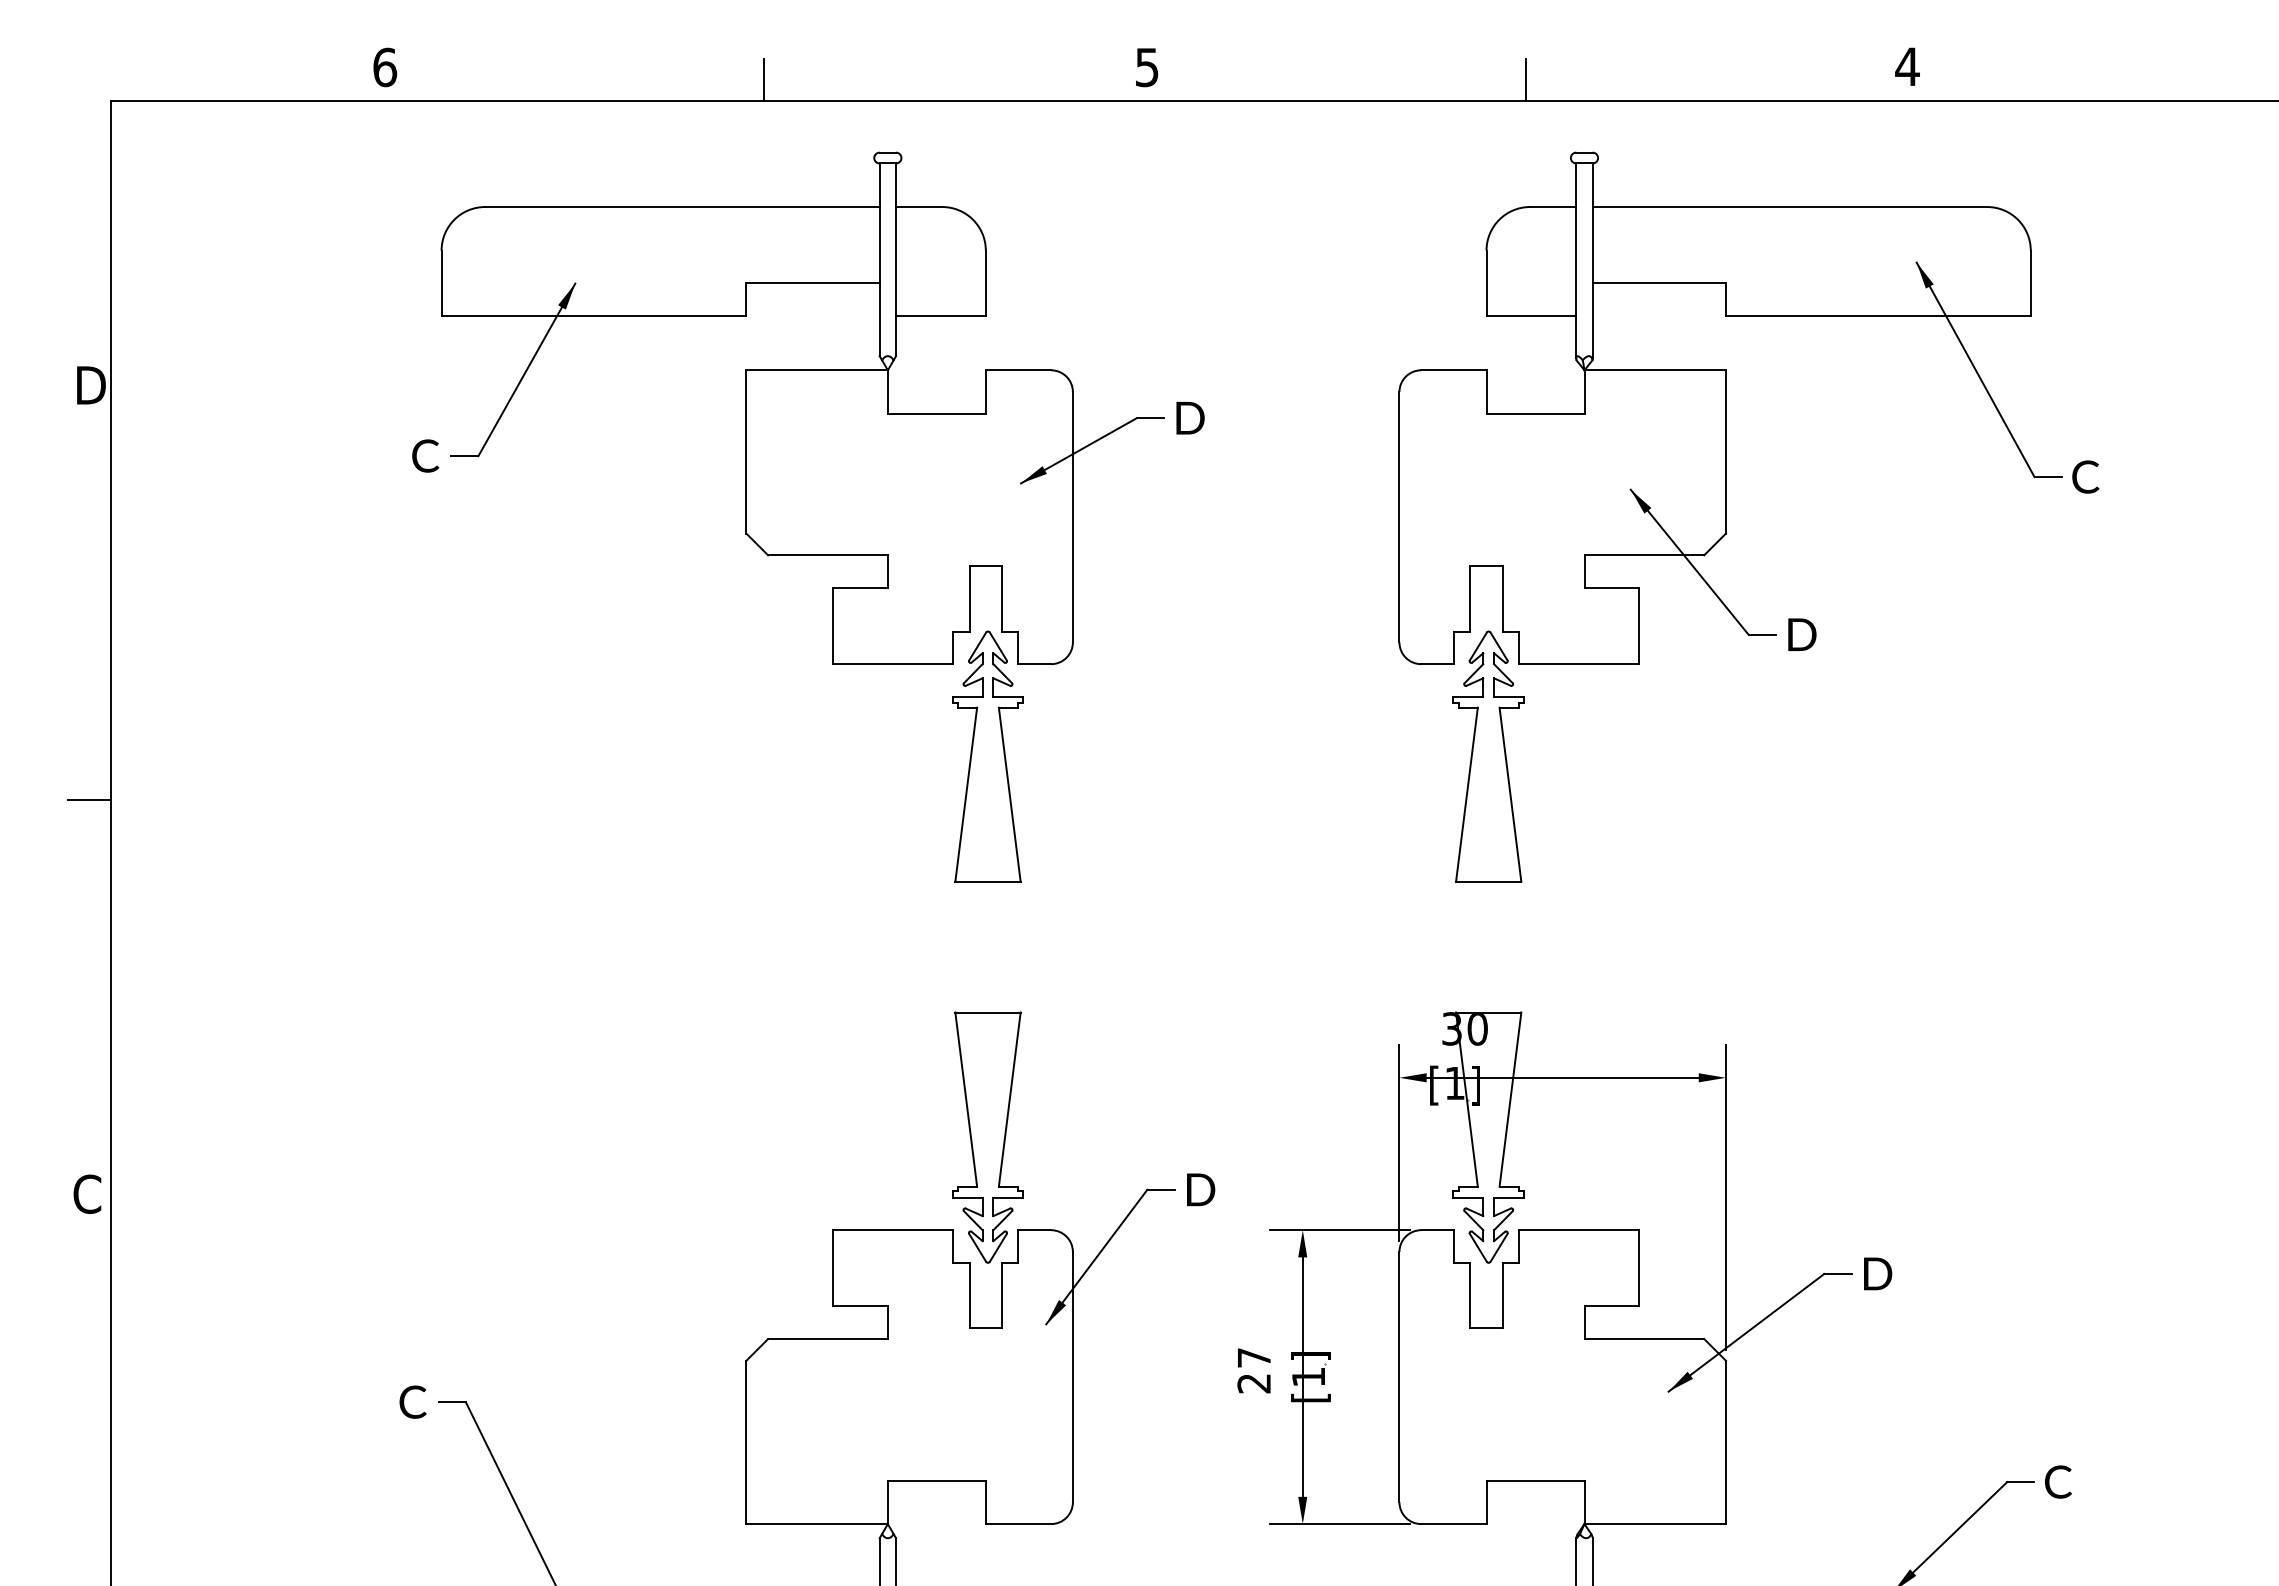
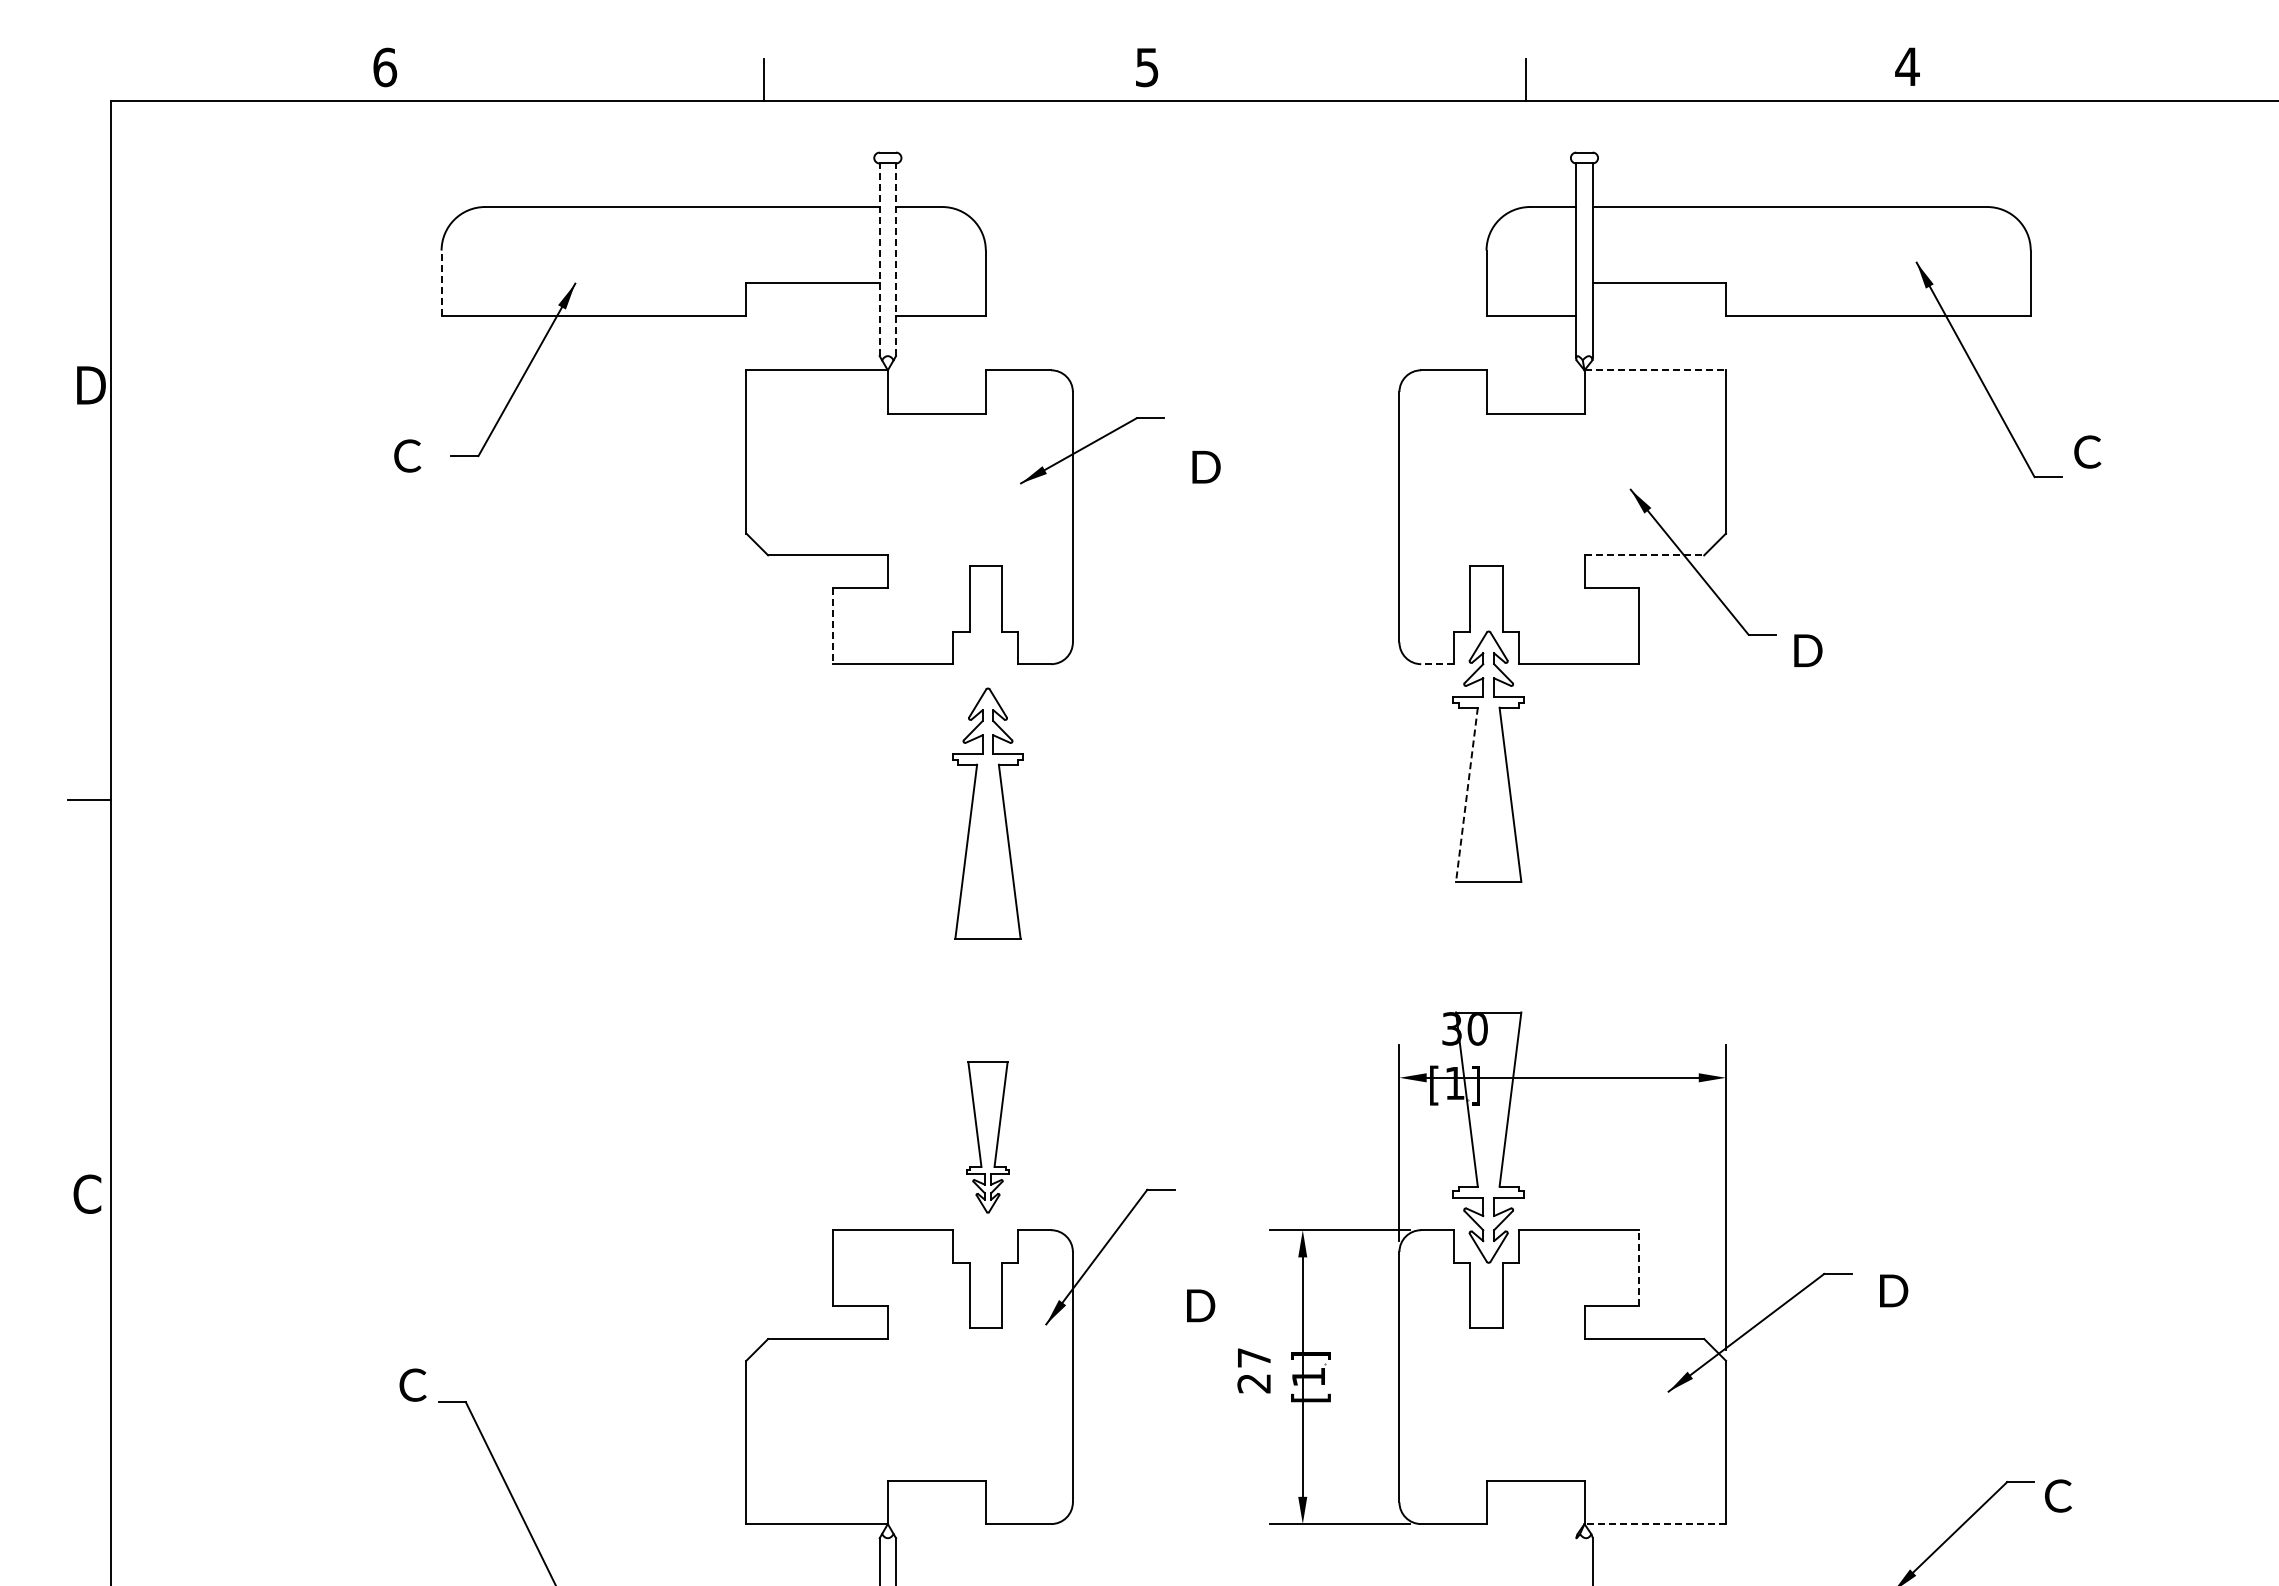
line at (879, 259): solid -> dashed
line at (896, 259): solid -> dashed
line at (441, 283): solid -> dashed
line at (1655, 370): solid -> dashed
text at (1190, 418) position: (1190, 418) -> (1206, 467)
text at (425, 455) position: (425, 455) -> (407, 455)
text at (2085, 476) position: (2085, 476) -> (2087, 451)
line at (1644, 555): solid -> dashed
line at (833, 626): solid -> dashed
text at (1802, 634) position: (1802, 634) -> (1808, 650)
line at (1437, 664): solid -> dashed
part at (987, 756) position: (987, 756) -> (987, 813)
line at (1466, 794): solid -> dashed
part at (987, 1137) size: 72x253 px -> 44x153 px
text at (1201, 1189) position: (1201, 1189) -> (1201, 1305)
line at (1638, 1267): solid -> dashed
text at (1878, 1273) position: (1878, 1273) -> (1894, 1290)
text at (412, 1401) position: (412, 1401) -> (412, 1384)
text at (2058, 1481) position: (2058, 1481) -> (2058, 1495)
line at (1655, 1524): solid -> dashed
line at (1576, 1559): present -> none
